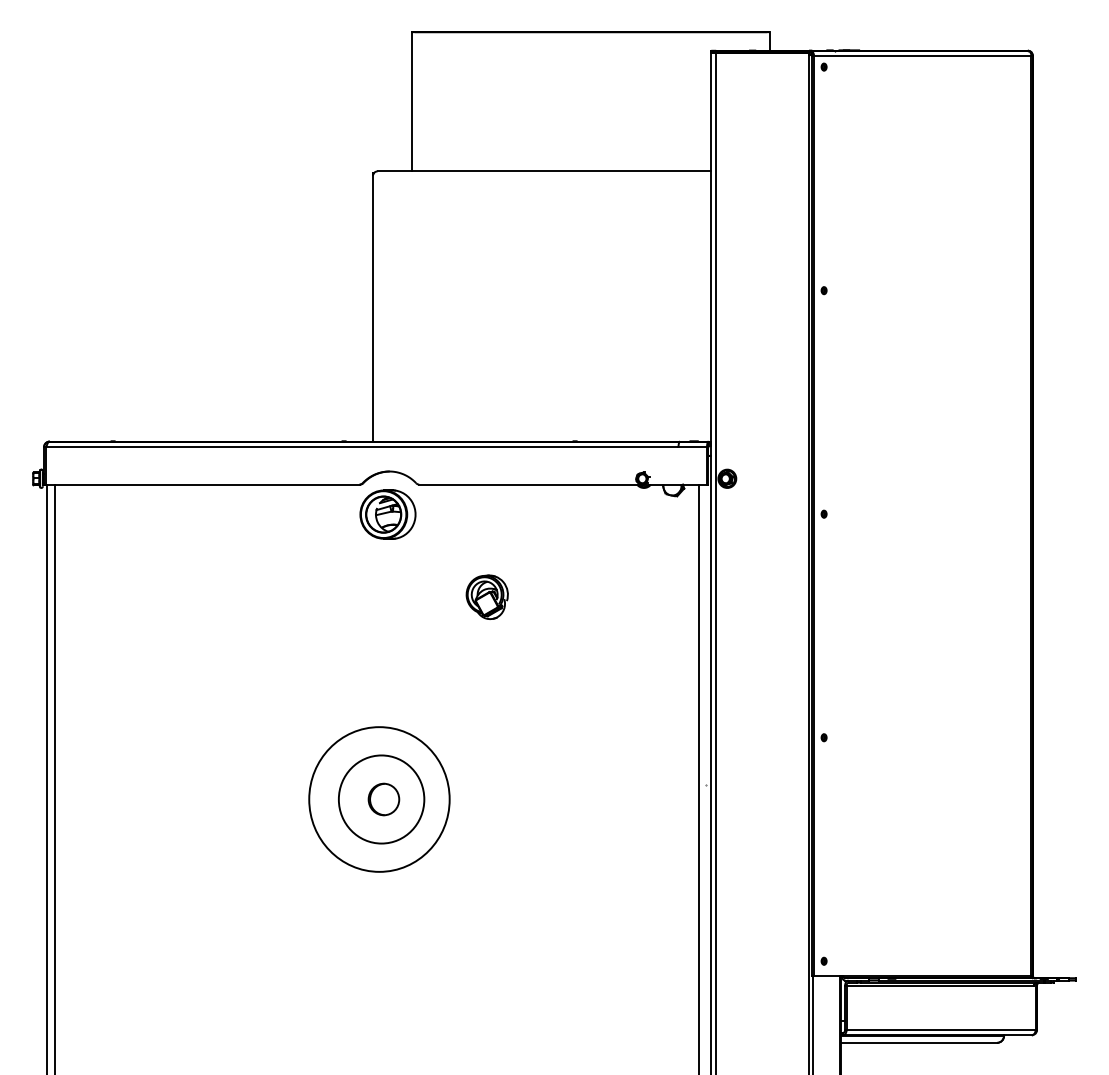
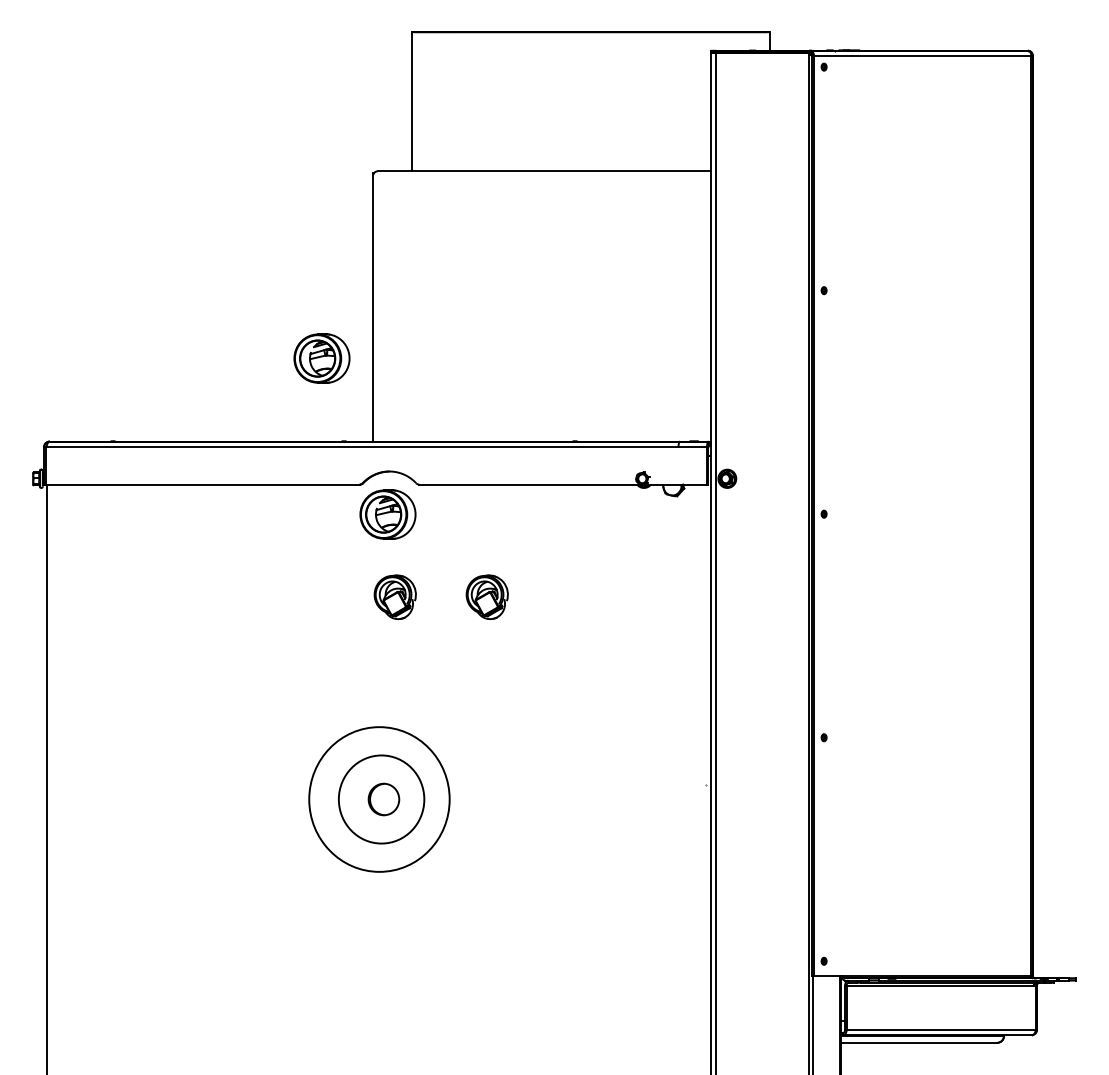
part at (321, 358): none -> present
part at (394, 596): none -> present
line at (54, 777): present -> none
line at (698, 777): present -> none
